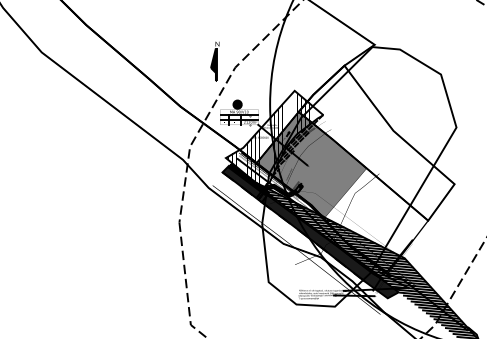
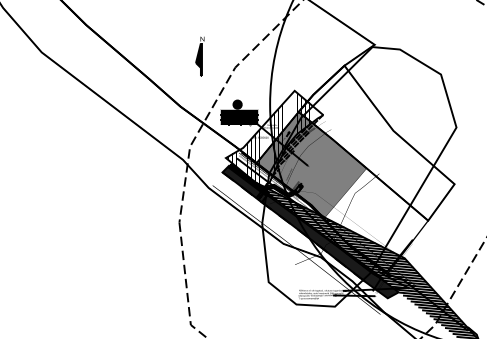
part at (214, 61) position: (214, 61) -> (199, 56)
fill at (239, 116): none -> present
